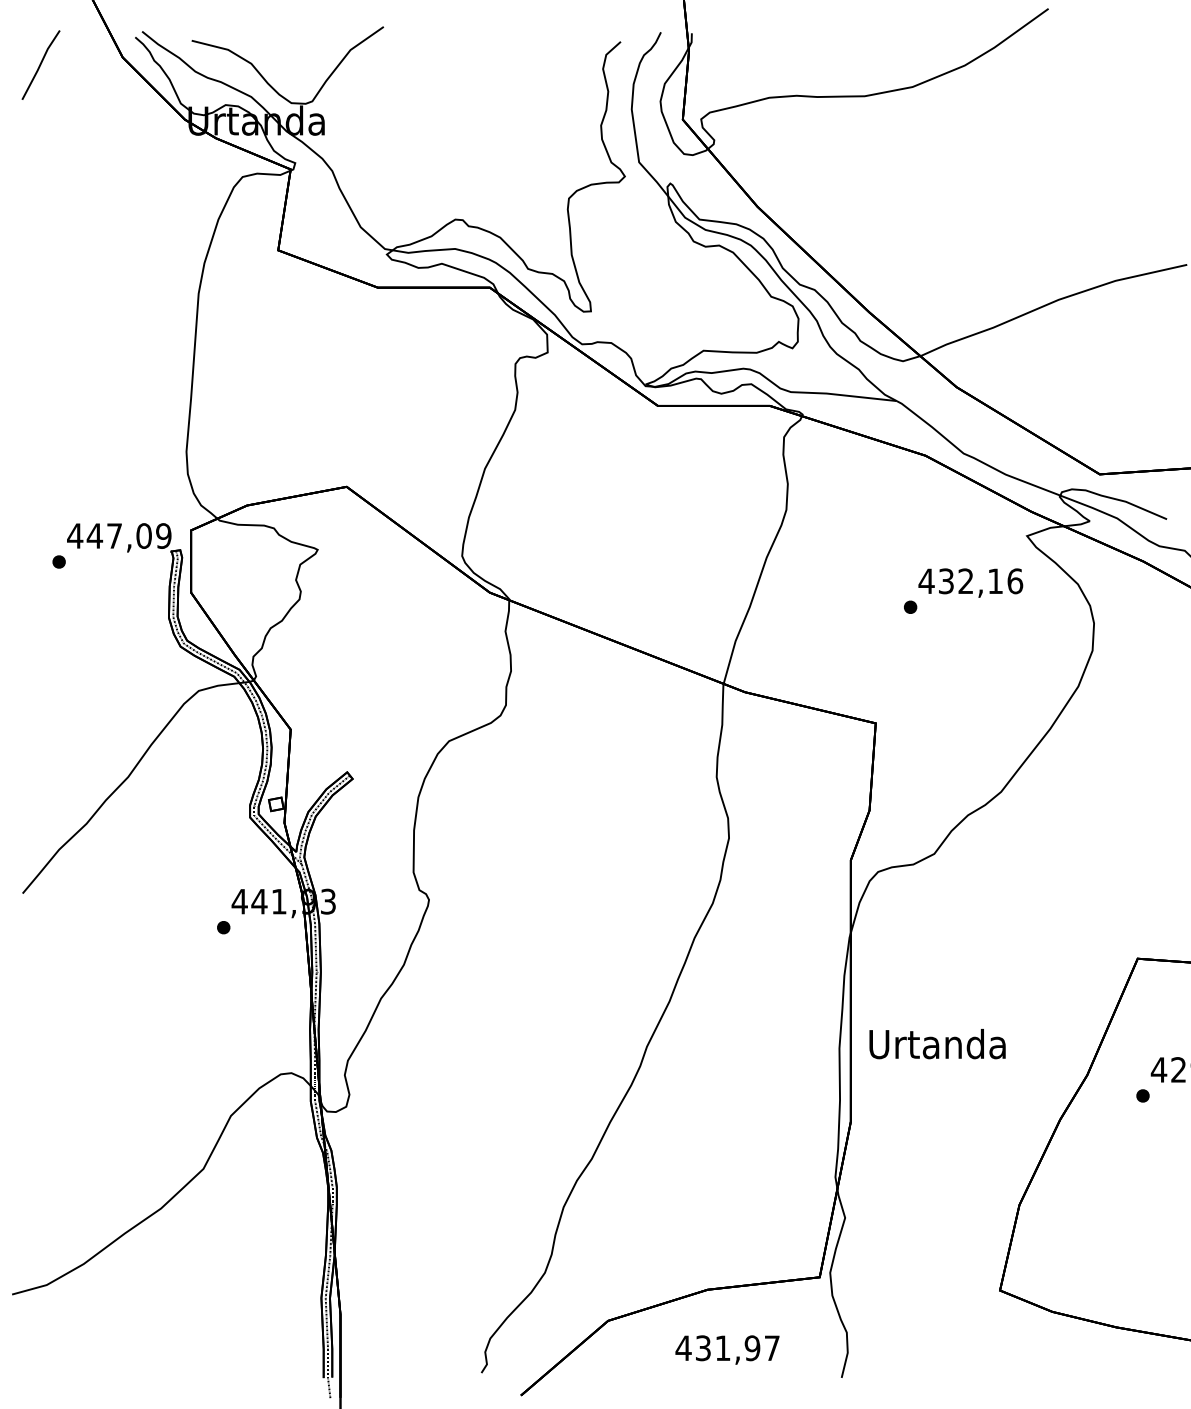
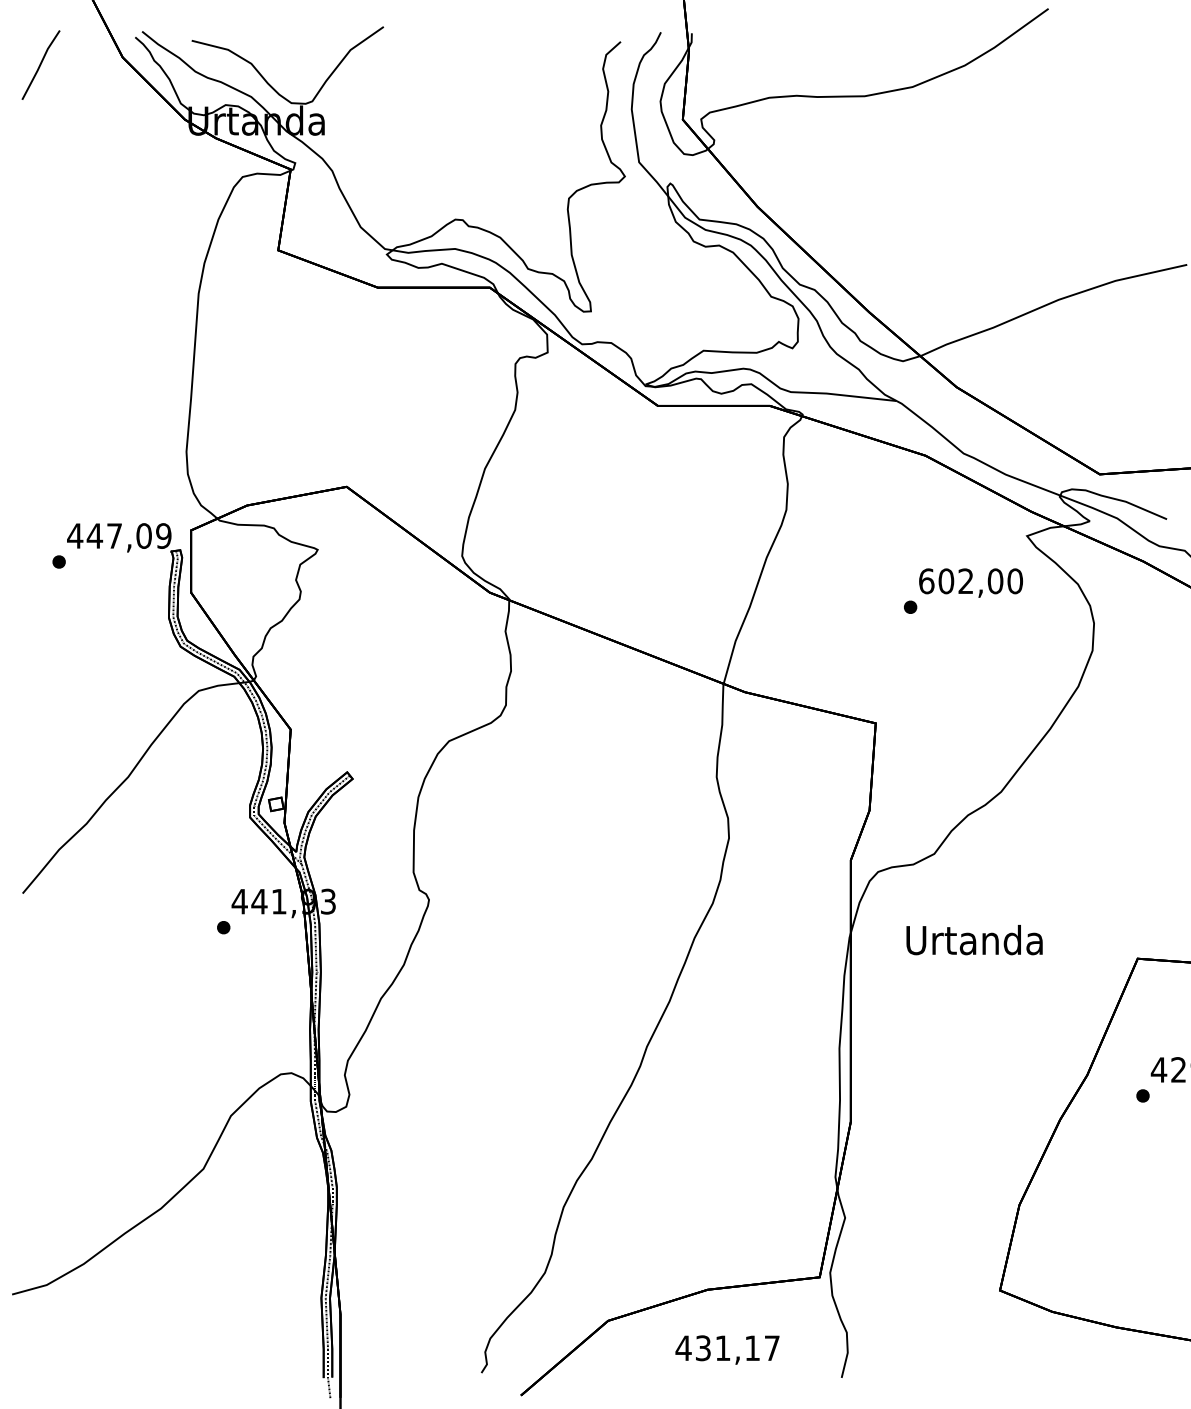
text at (970, 581): 432,16 -> 602,00
text at (937, 1044) position: (937, 1044) -> (974, 940)
text at (752, 1348): 431,97 -> 431,17
